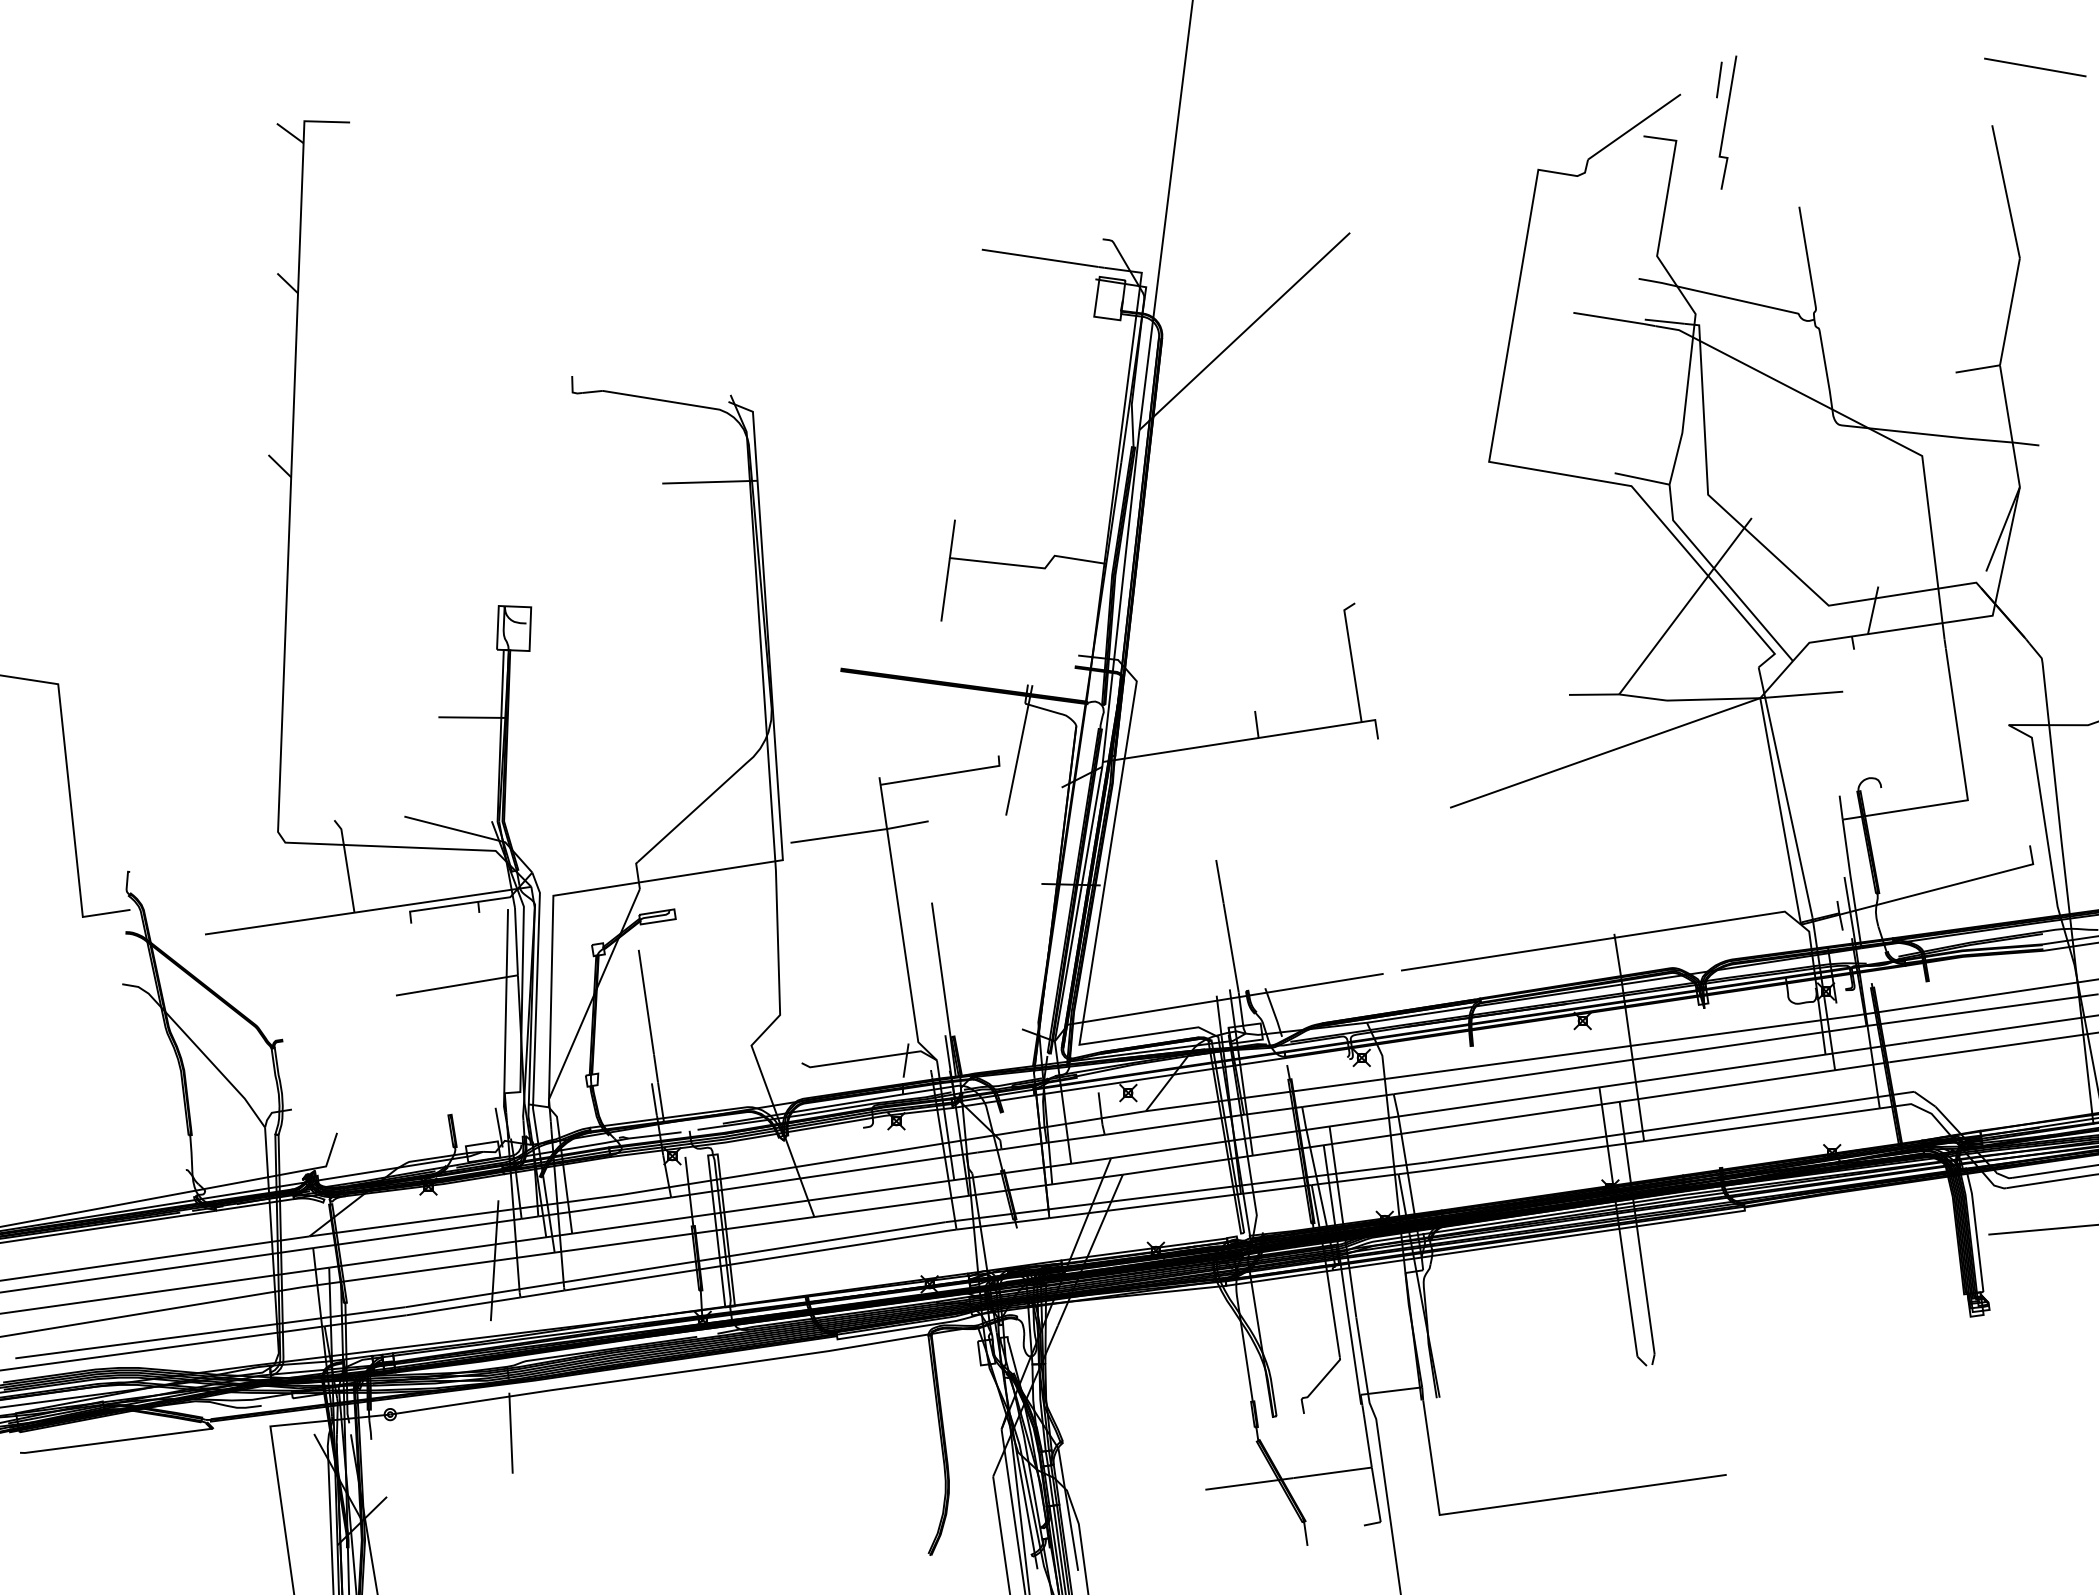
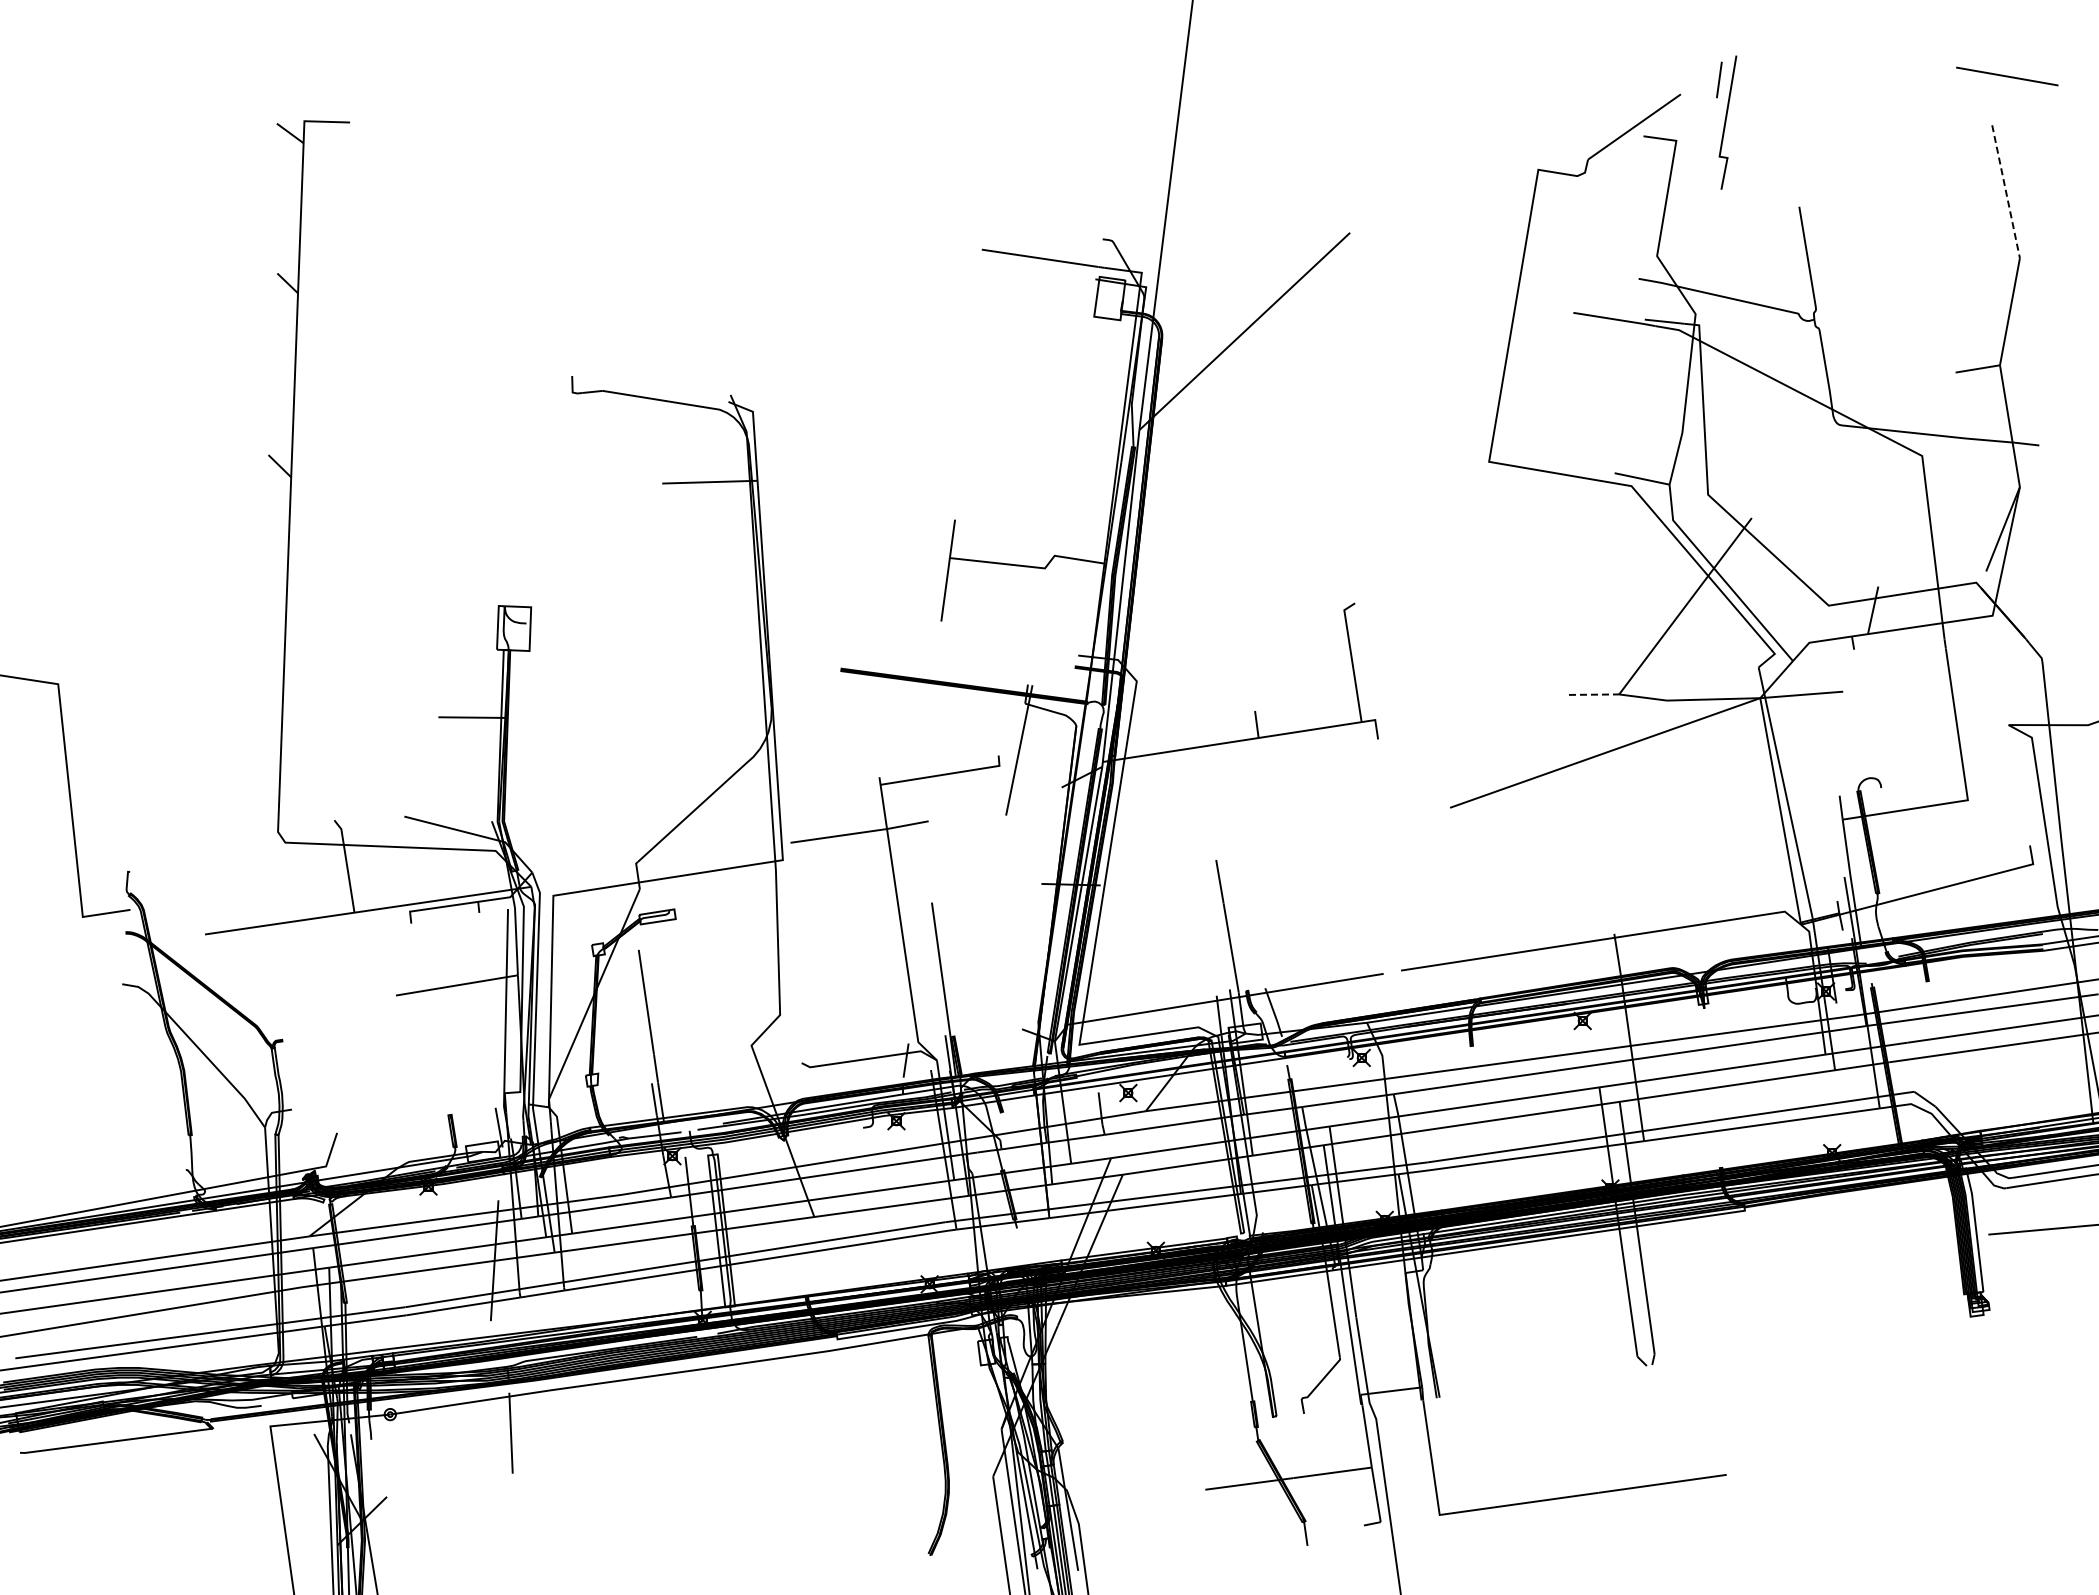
line at (2035, 67) position: (2035, 67) -> (2007, 76)
line at (2006, 191): solid -> dashed
line at (1594, 694): solid -> dashed
